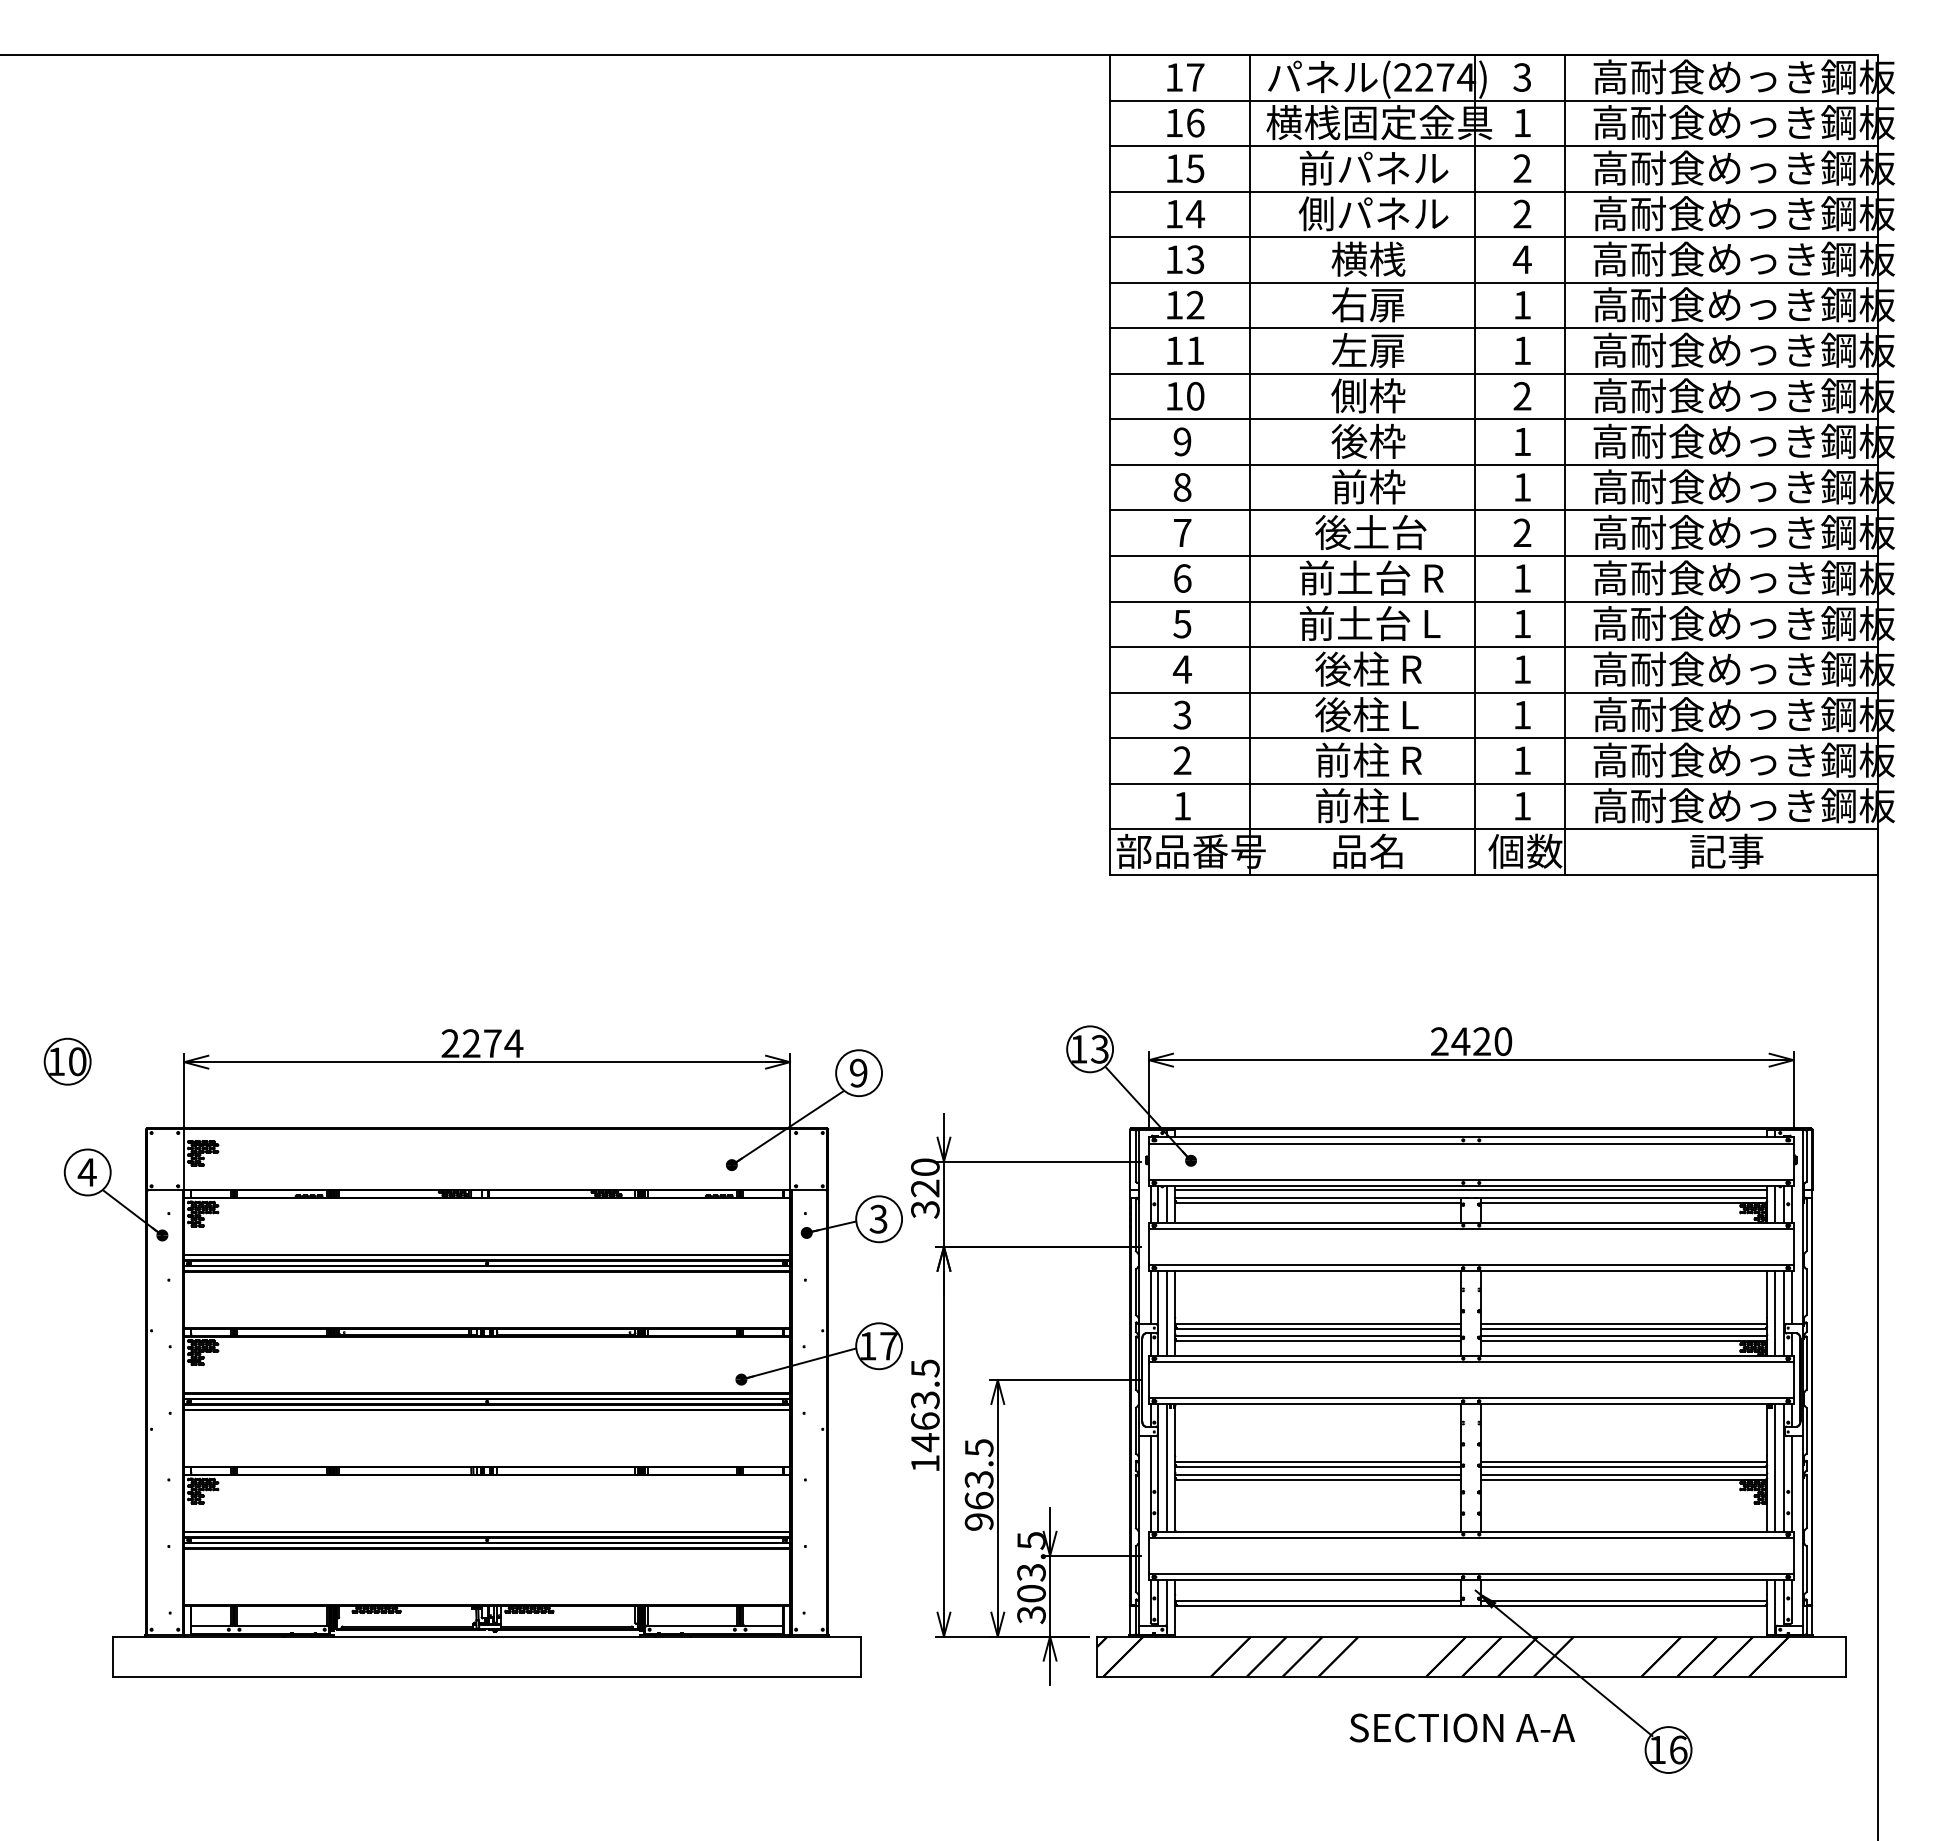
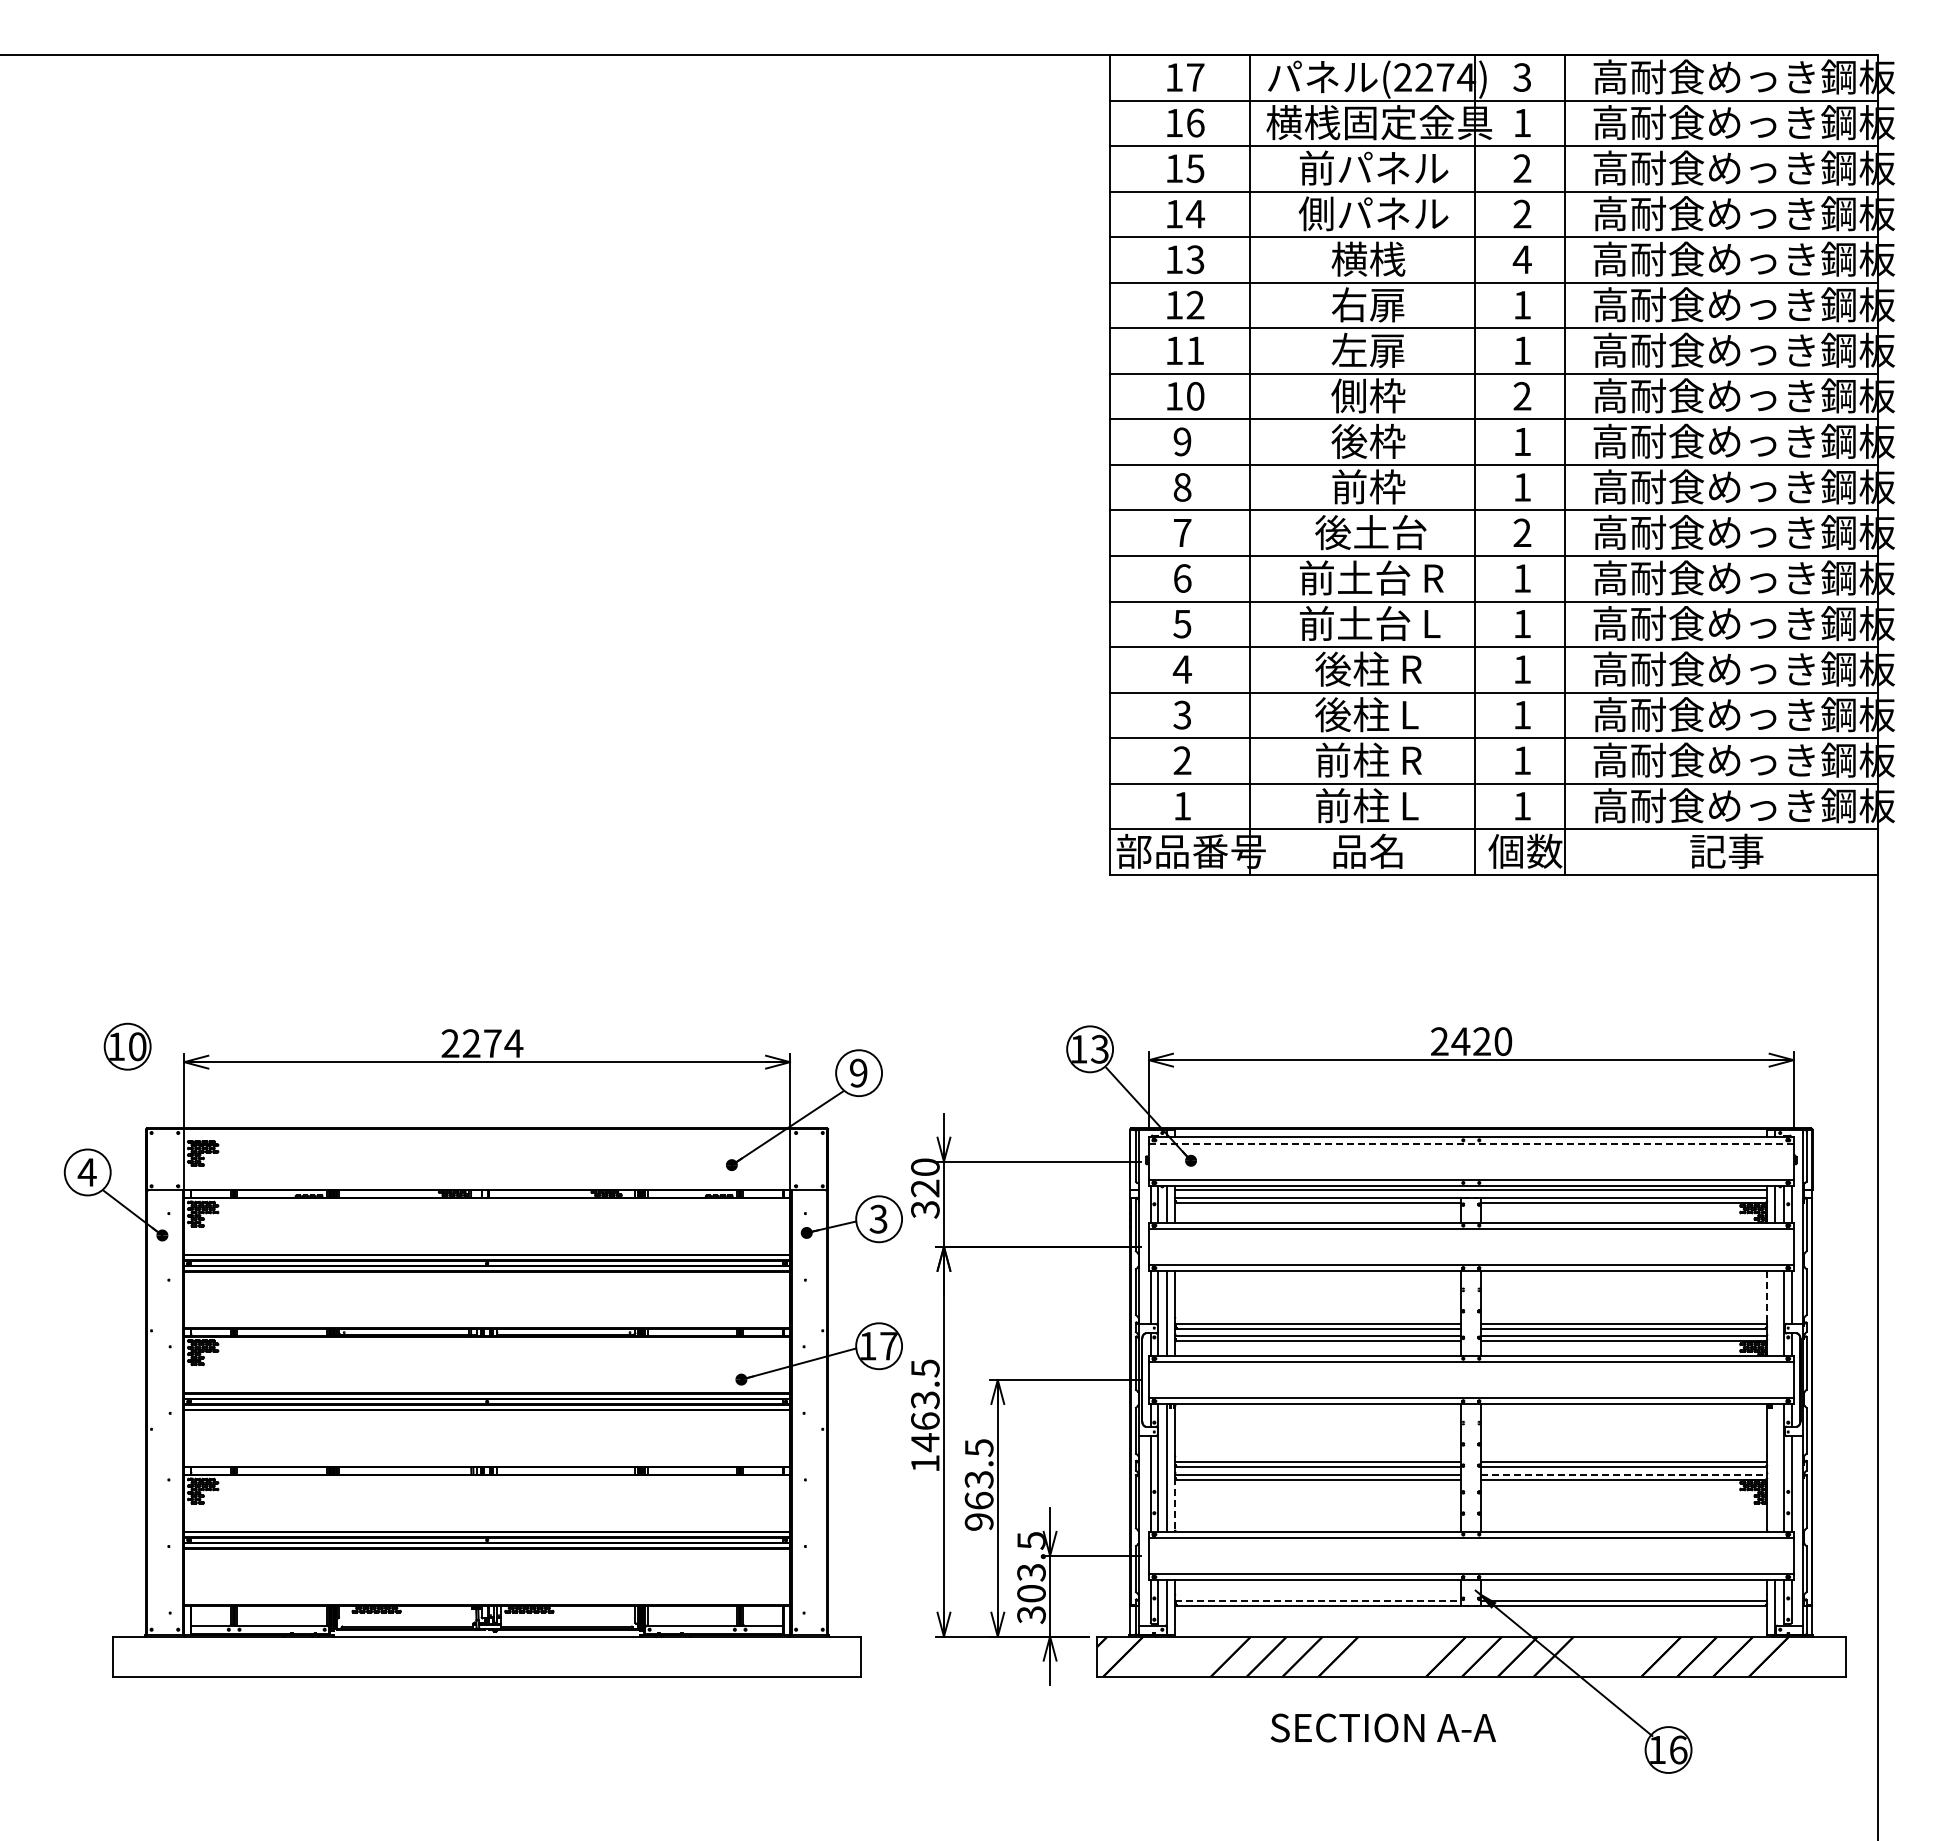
part at (67, 1061) position: (67, 1061) -> (127, 1046)
line at (1470, 1143): solid -> dashed
line at (1767, 1294): solid -> dashed
line at (1775, 1313): present -> none
line at (1775, 1467): present -> none
line at (1624, 1474): solid -> dashed
line at (1175, 1504): solid -> dashed
line at (1318, 1600): solid -> dashed
text at (1461, 1727) position: (1461, 1727) -> (1382, 1727)
